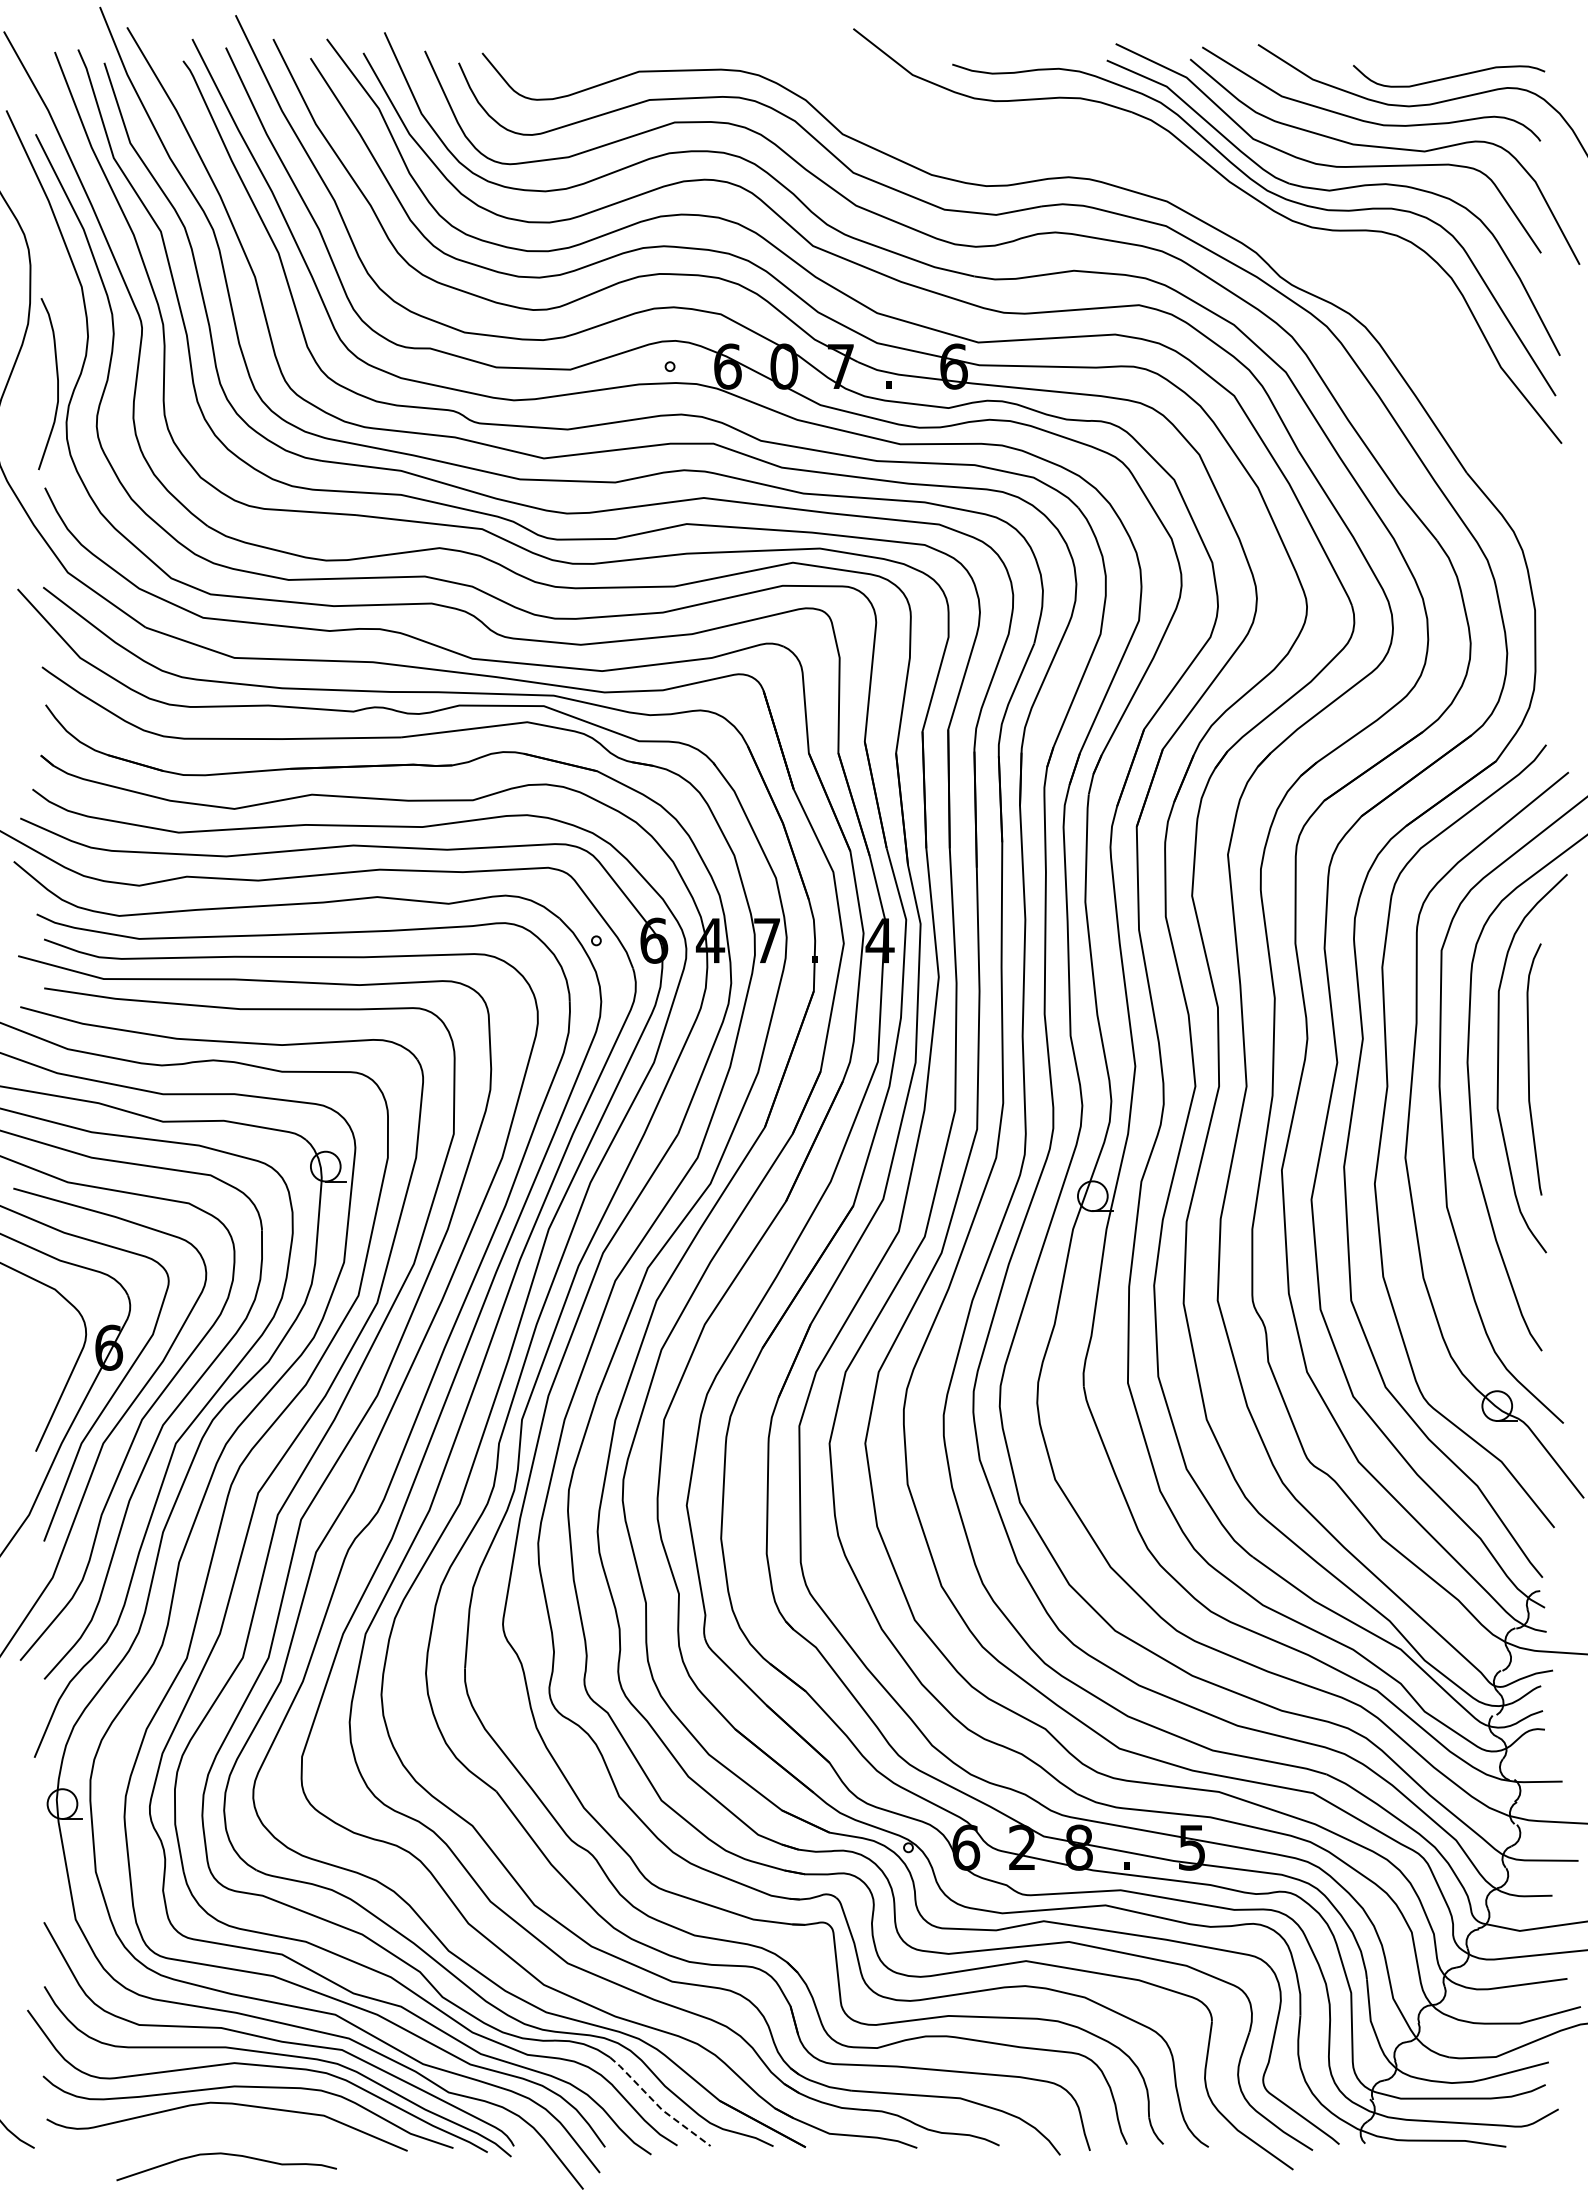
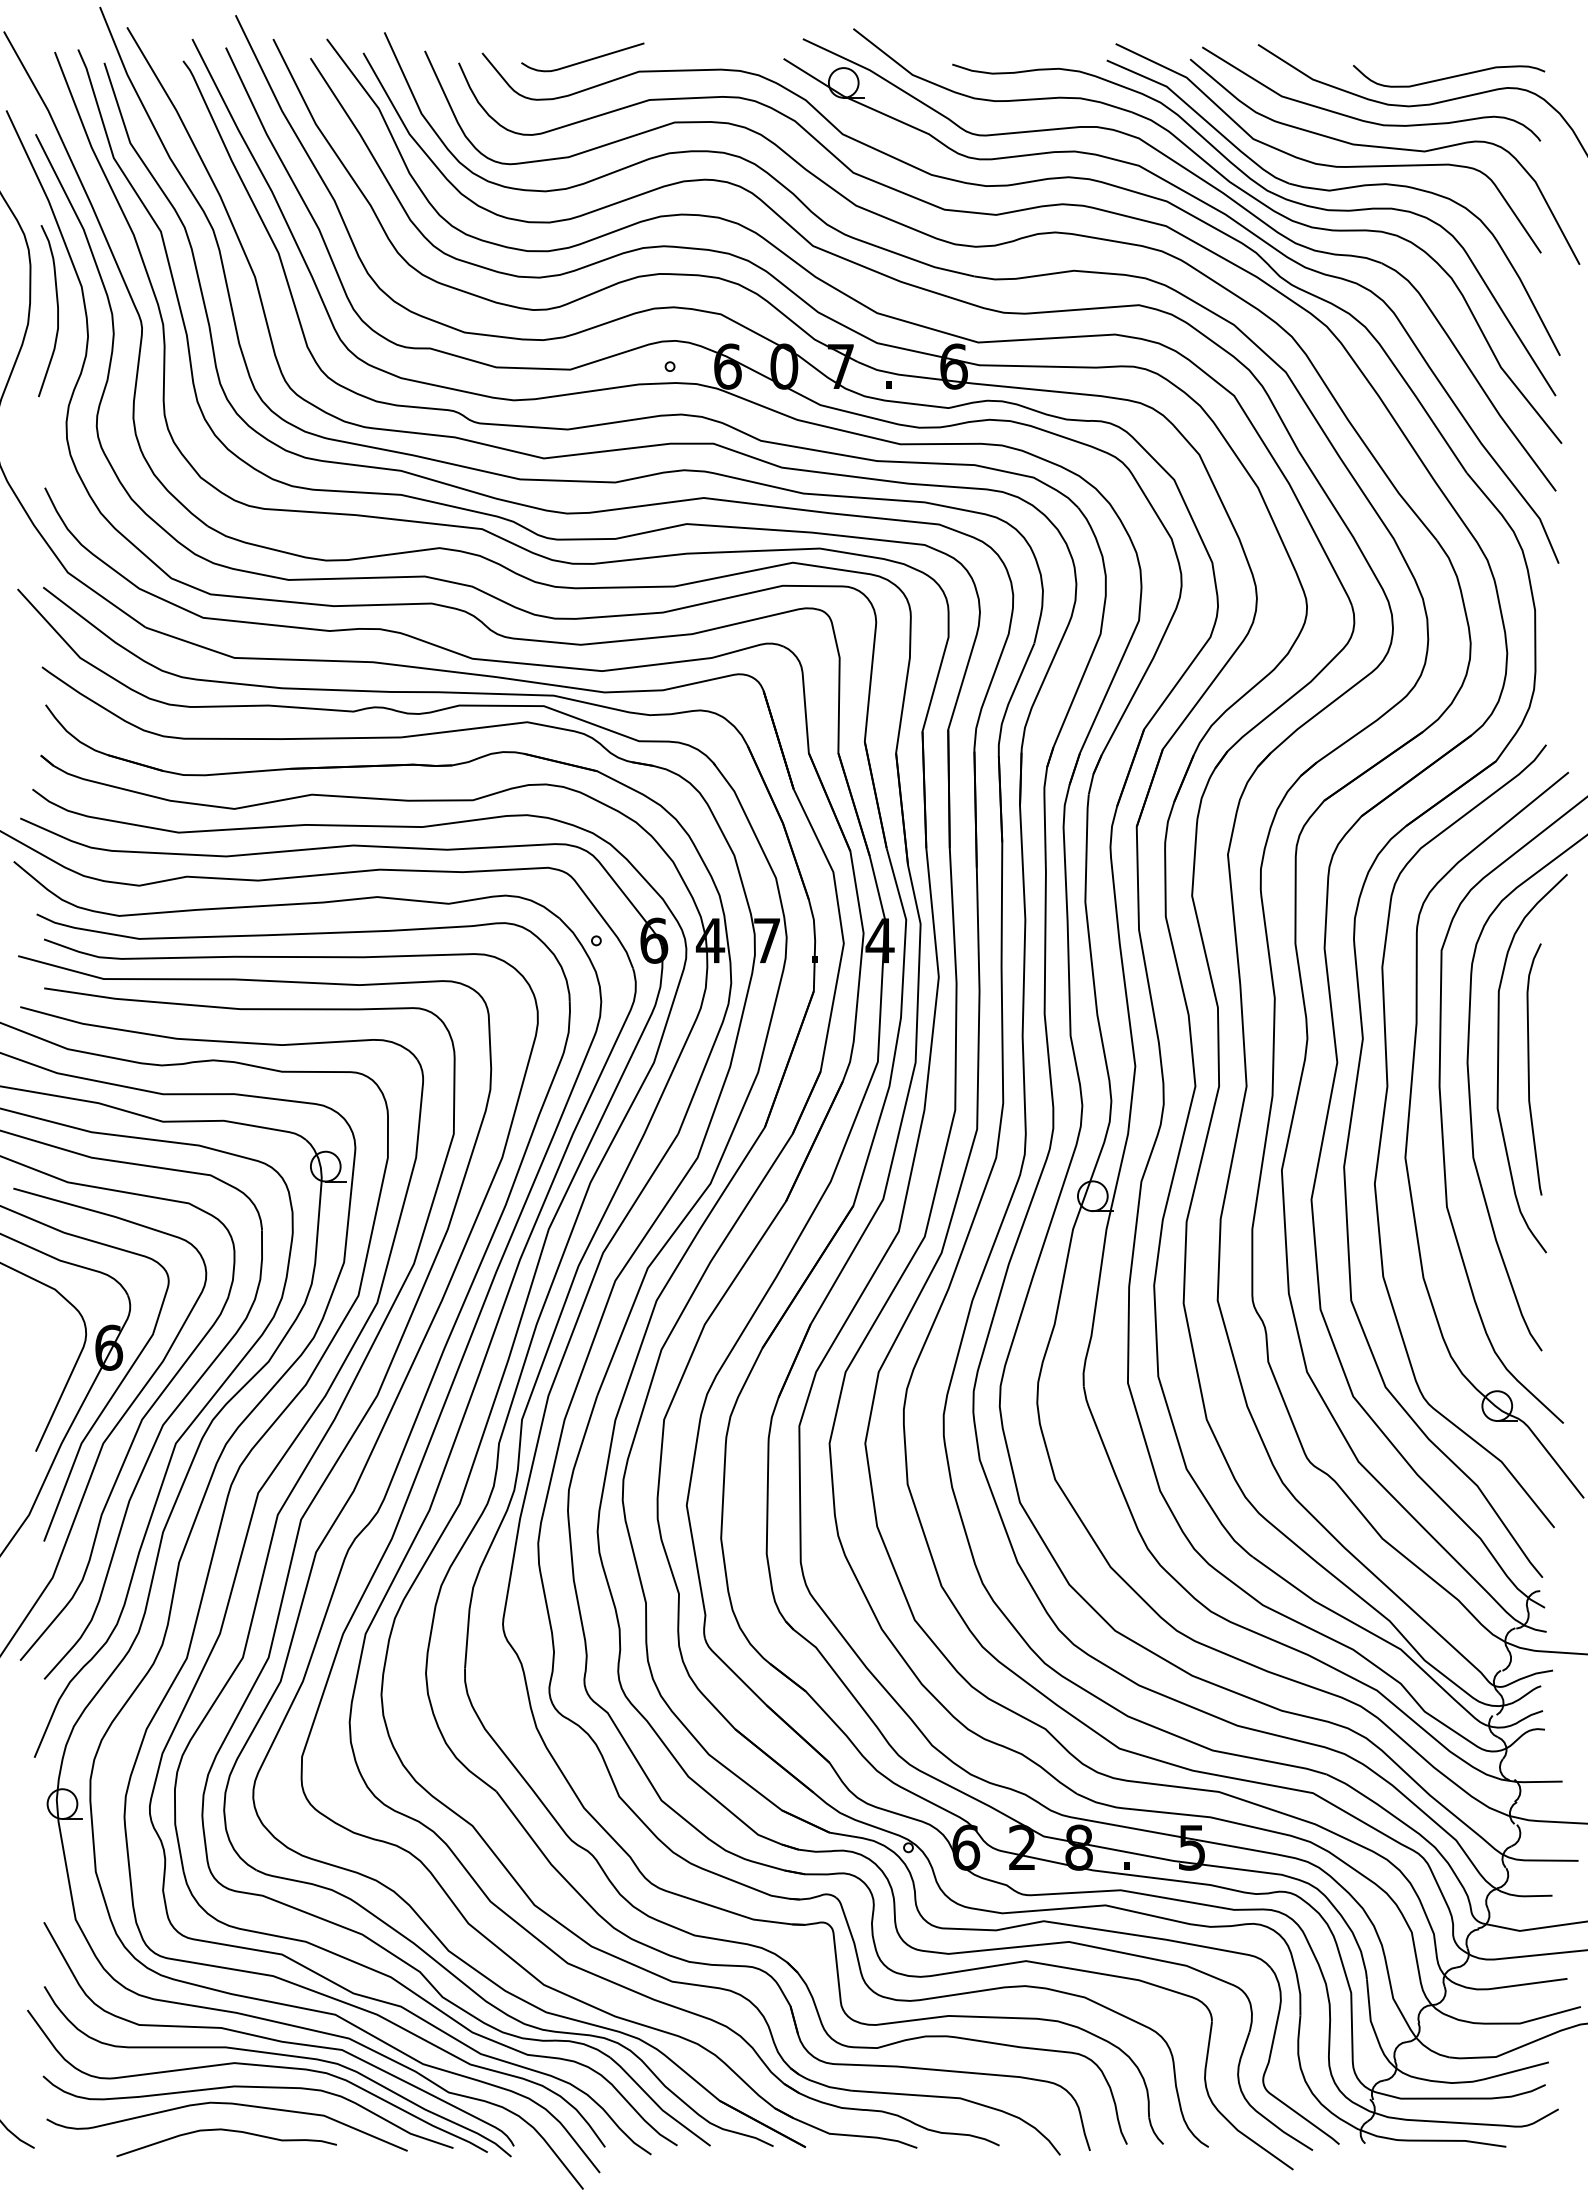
curve at (583, 60): none -> present
part at (1217, 211): none -> present
curve at (57, 384) position: (57, 384) -> (57, 311)
line at (657, 2104): dashed -> solid
curve at (227, 2155) position: (227, 2155) -> (227, 2131)
